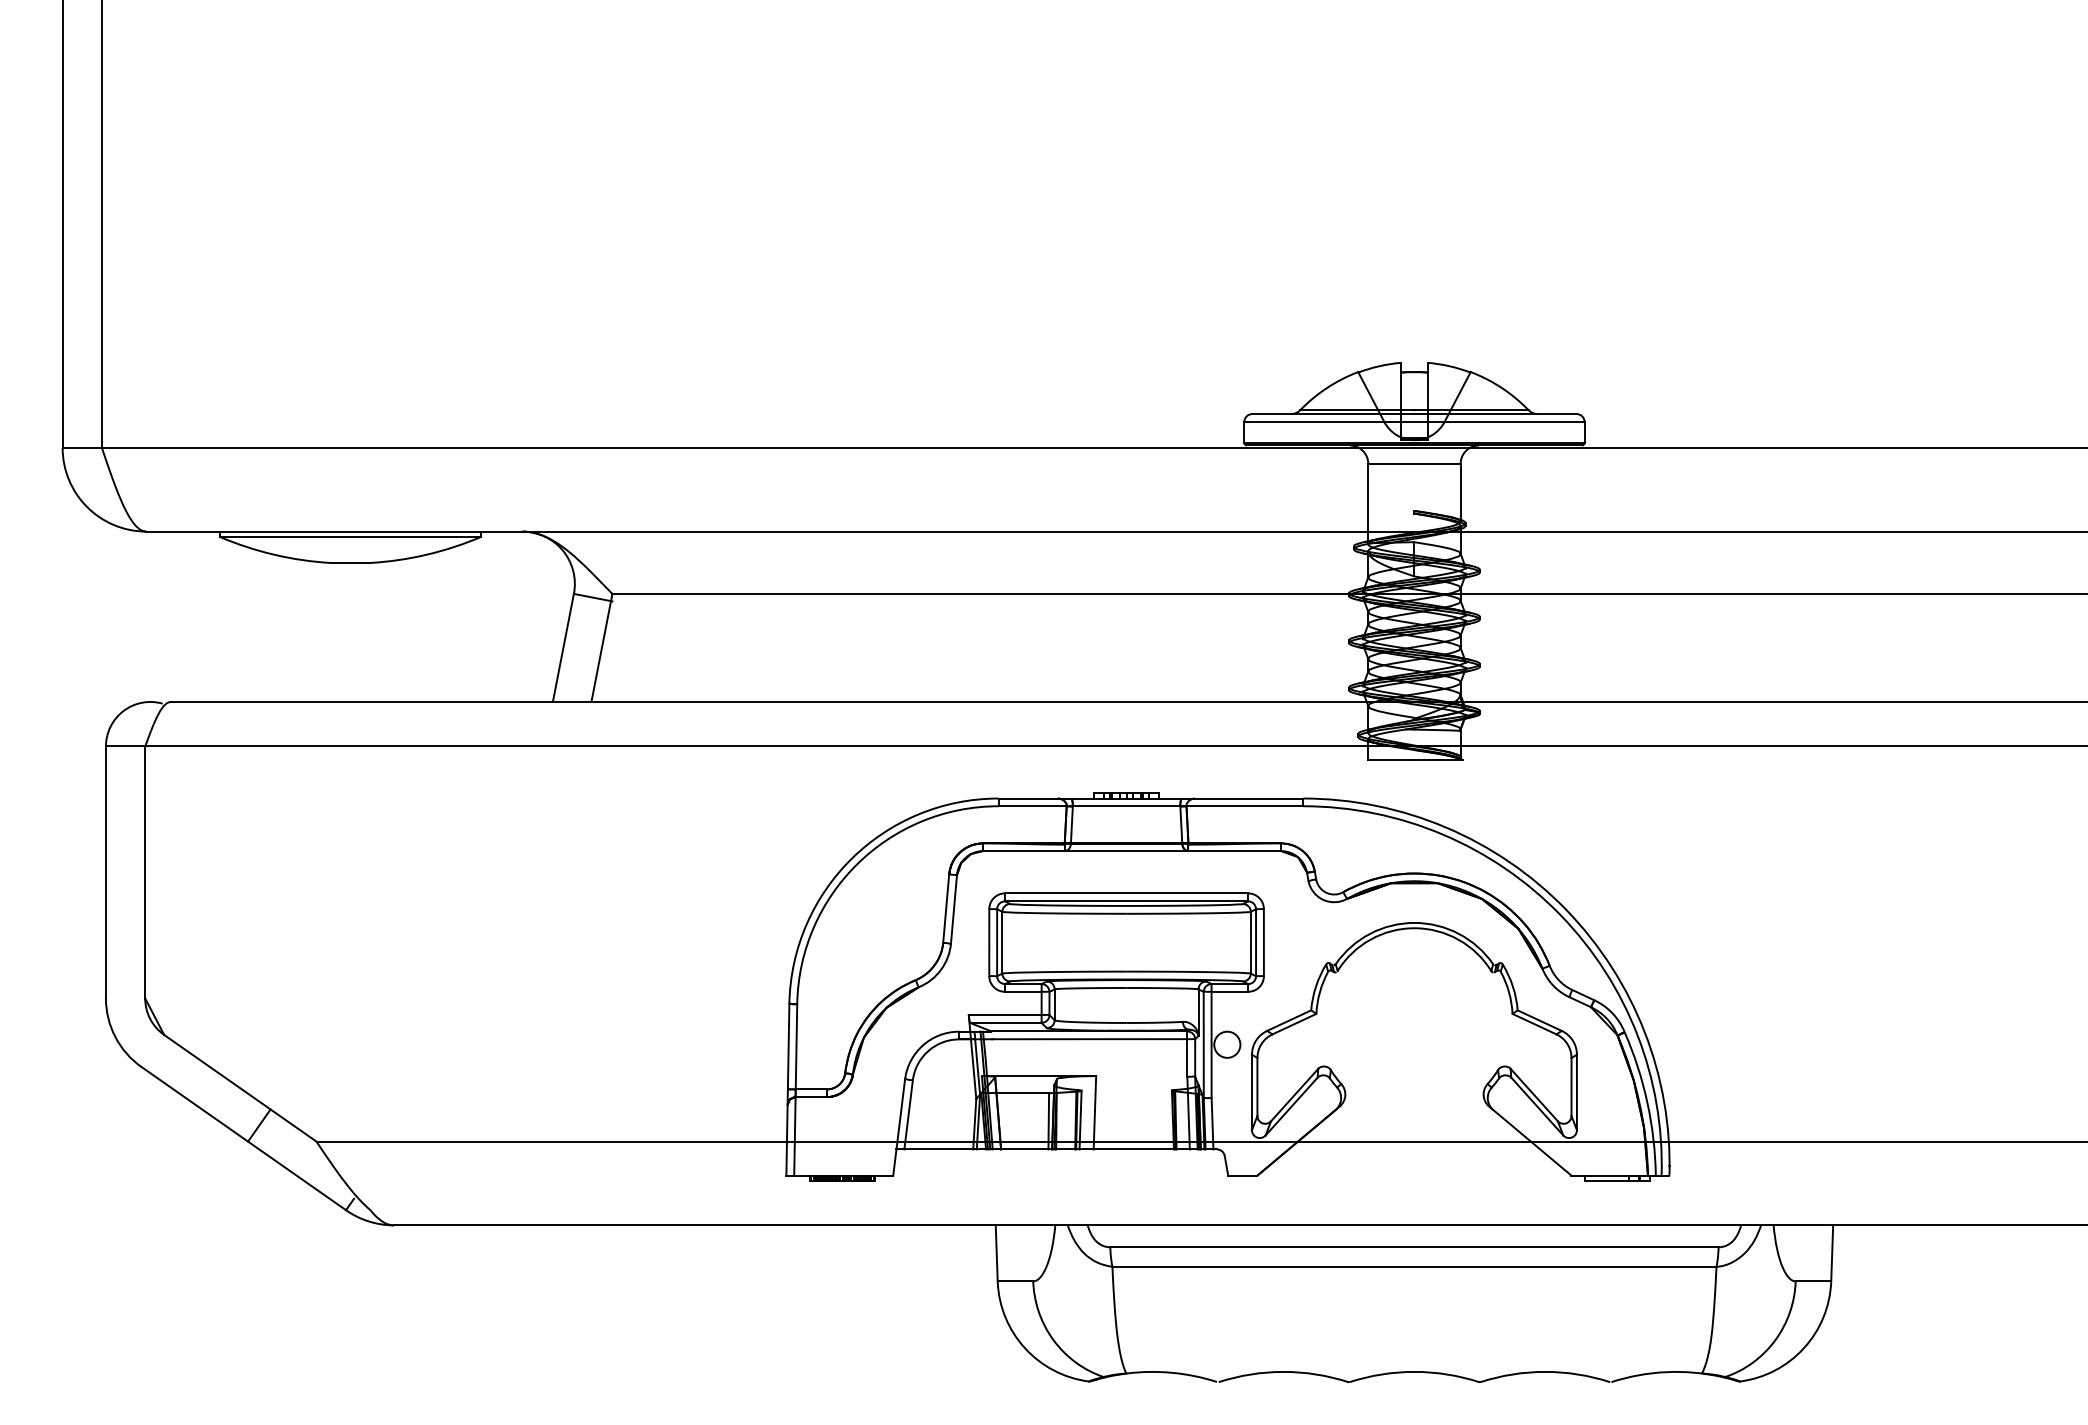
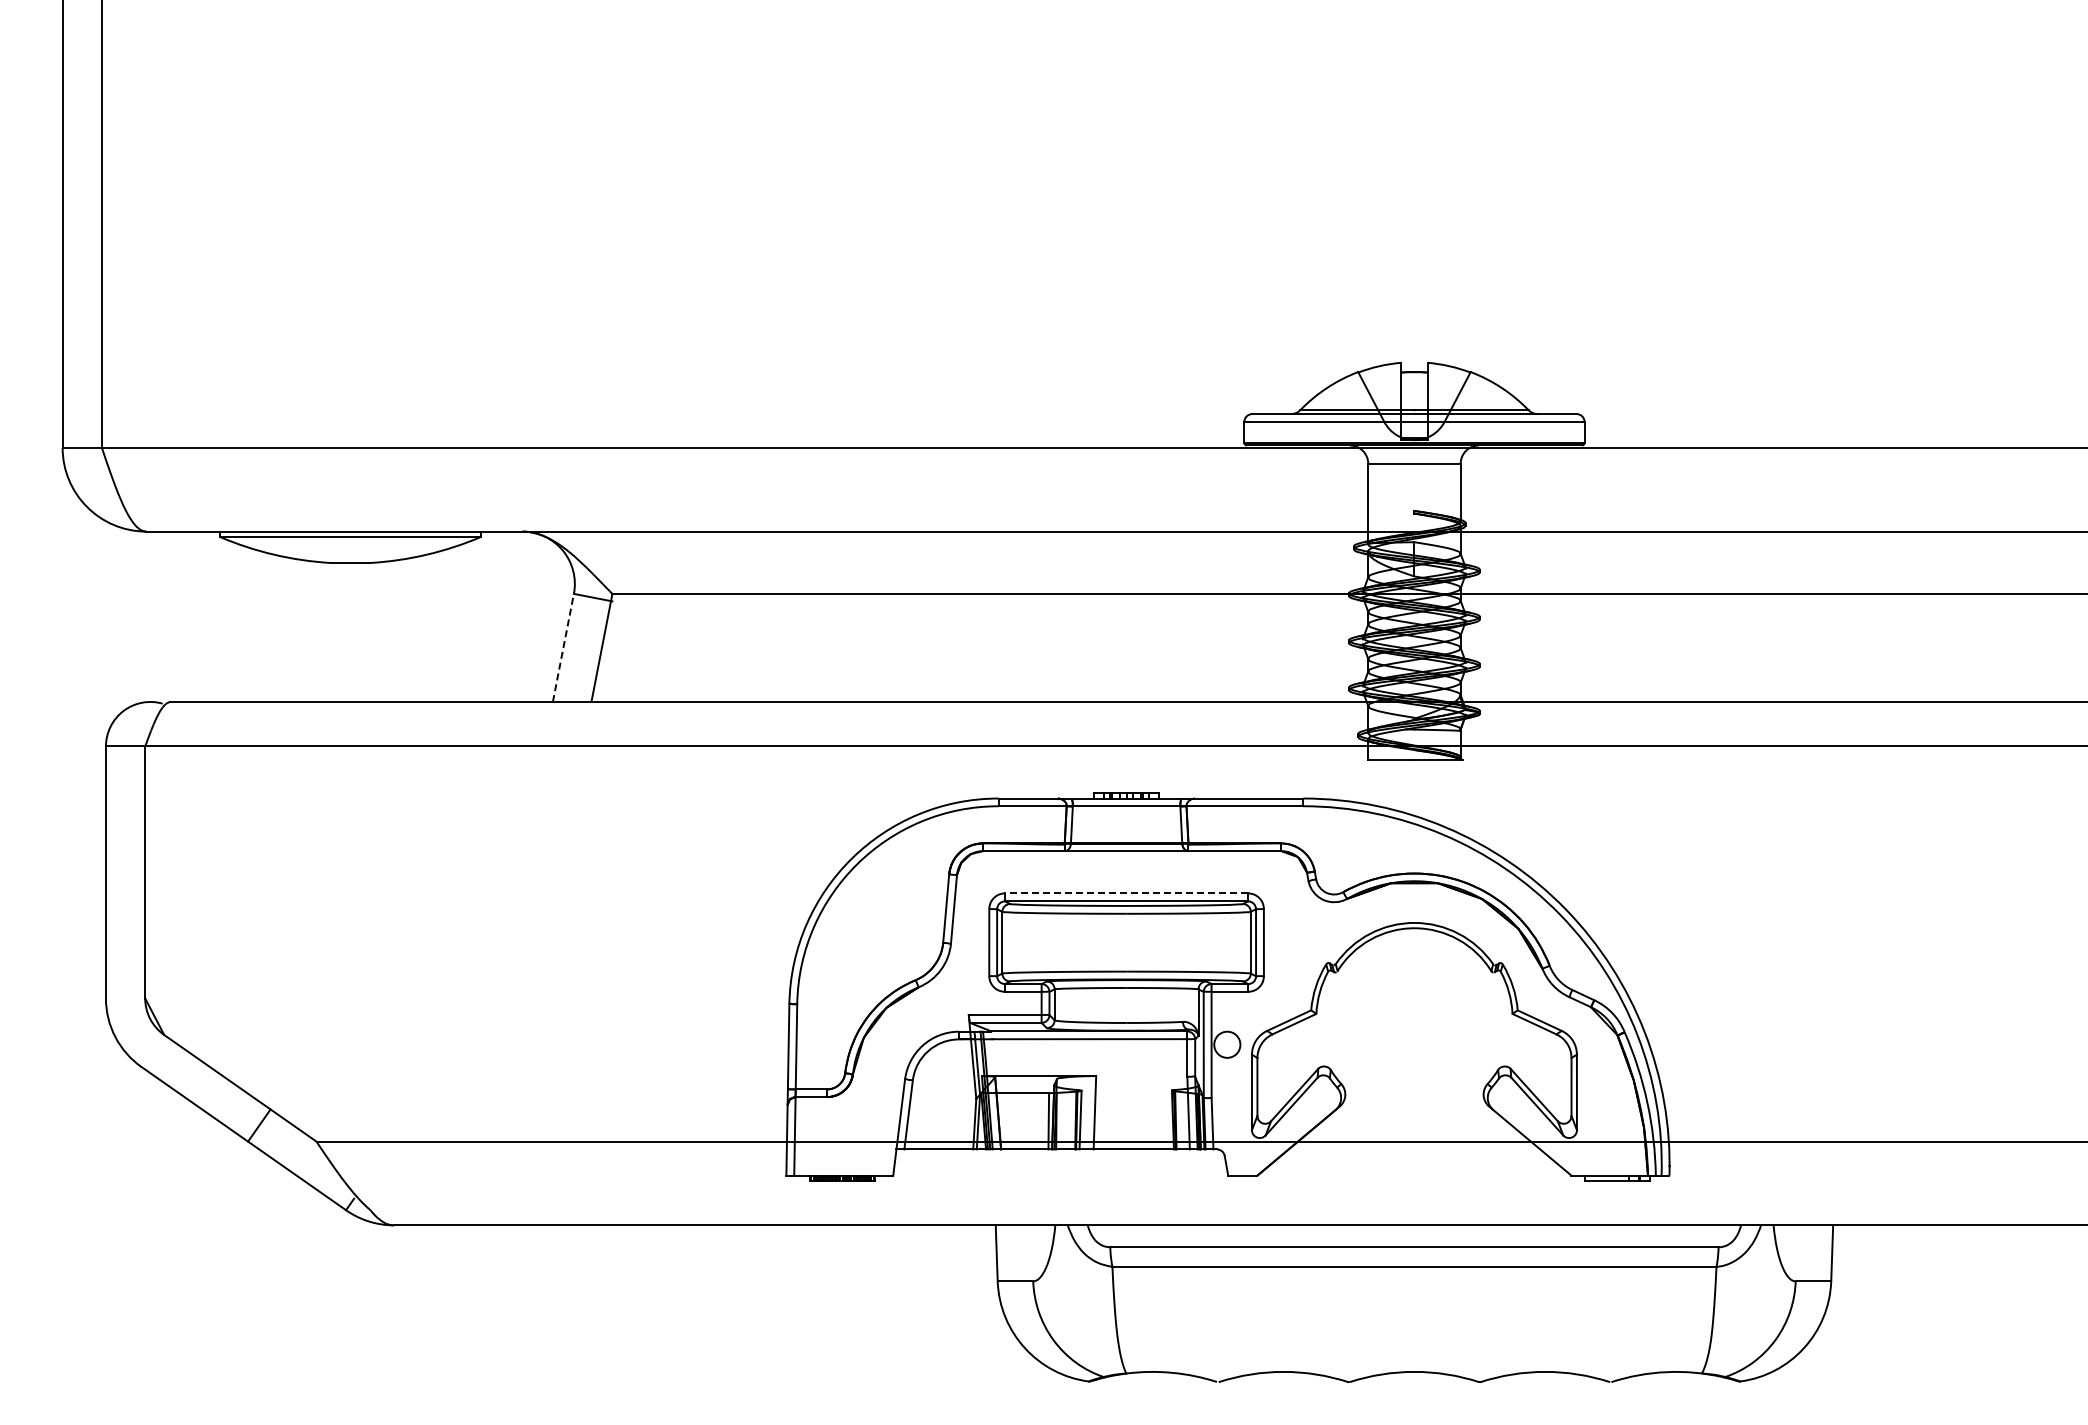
line at (563, 647): solid -> dashed
line at (1126, 893): solid -> dashed
